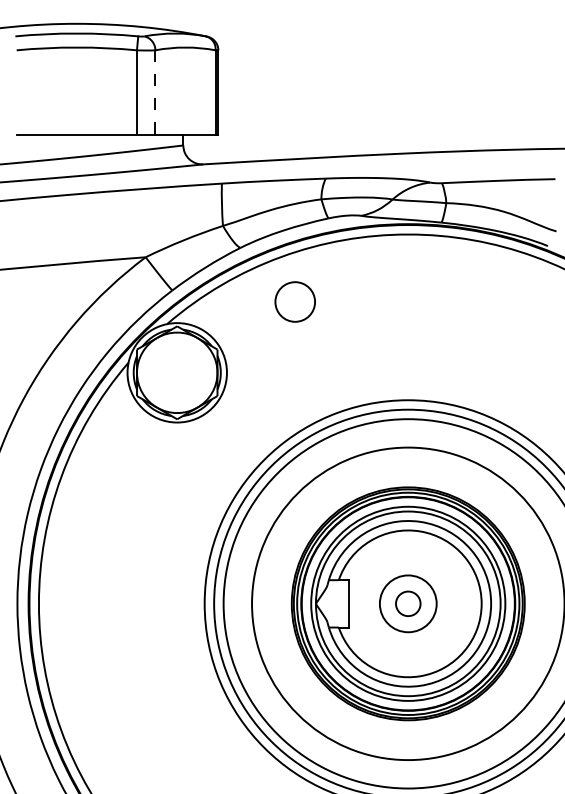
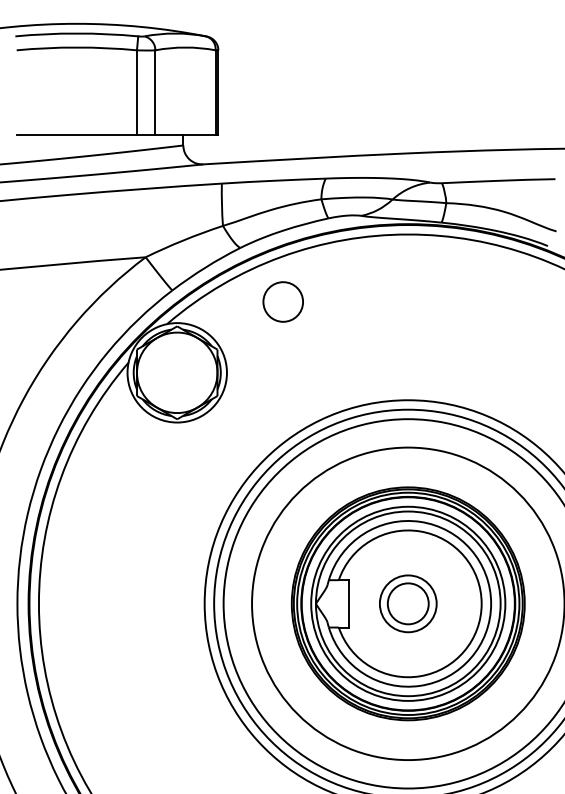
line at (155, 93): dashed -> solid
circle at (294, 301) position: (294, 301) -> (282, 301)
circle at (408, 603) diameter: 25 px -> 41 px
